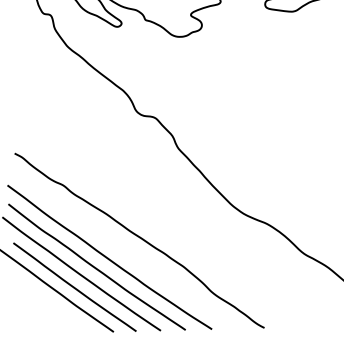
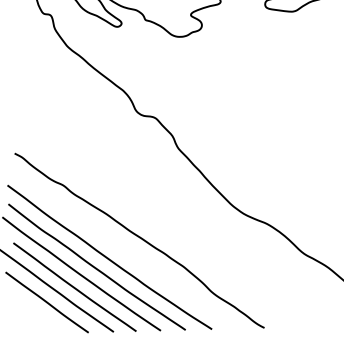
line at (46, 302): none -> present
